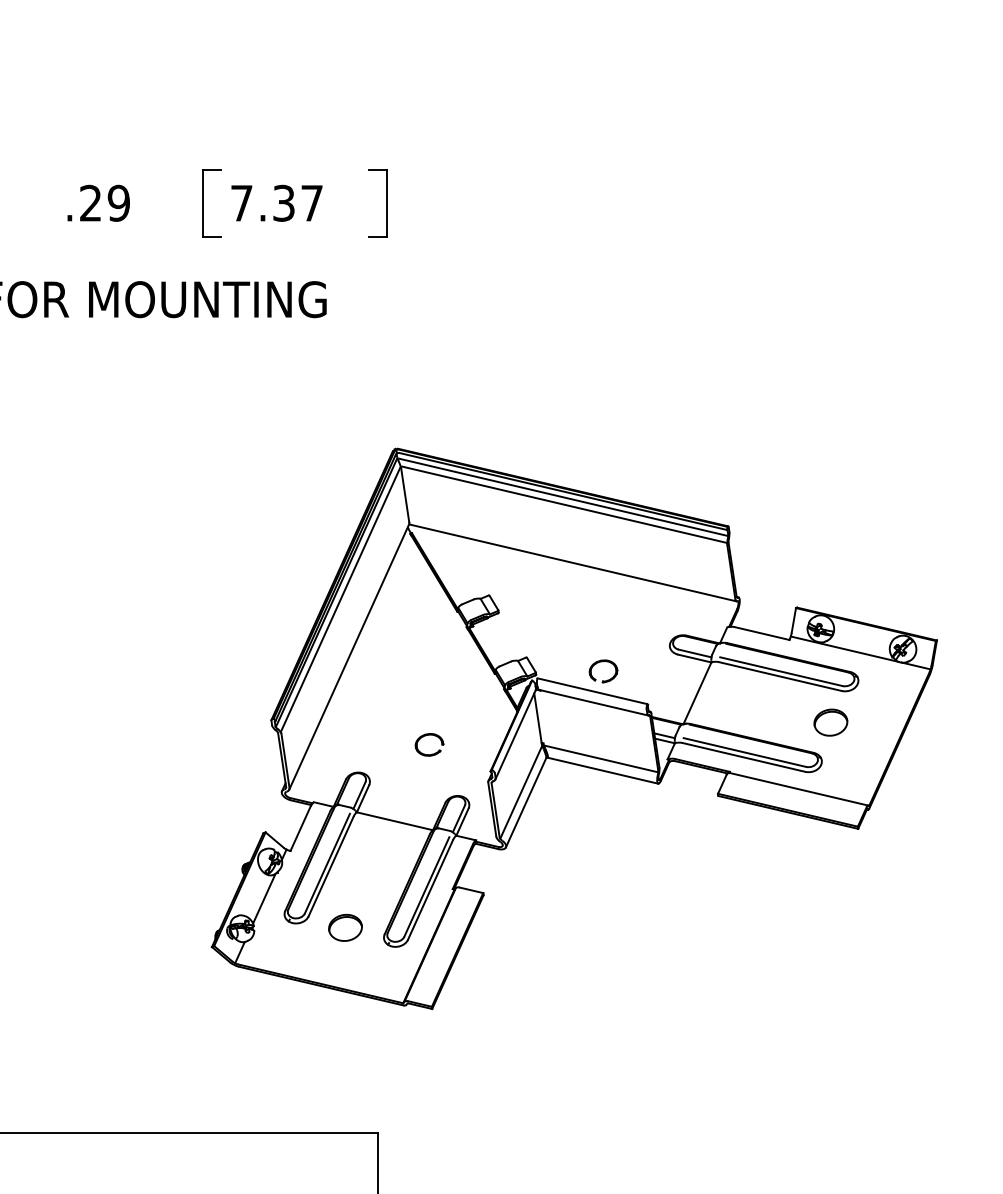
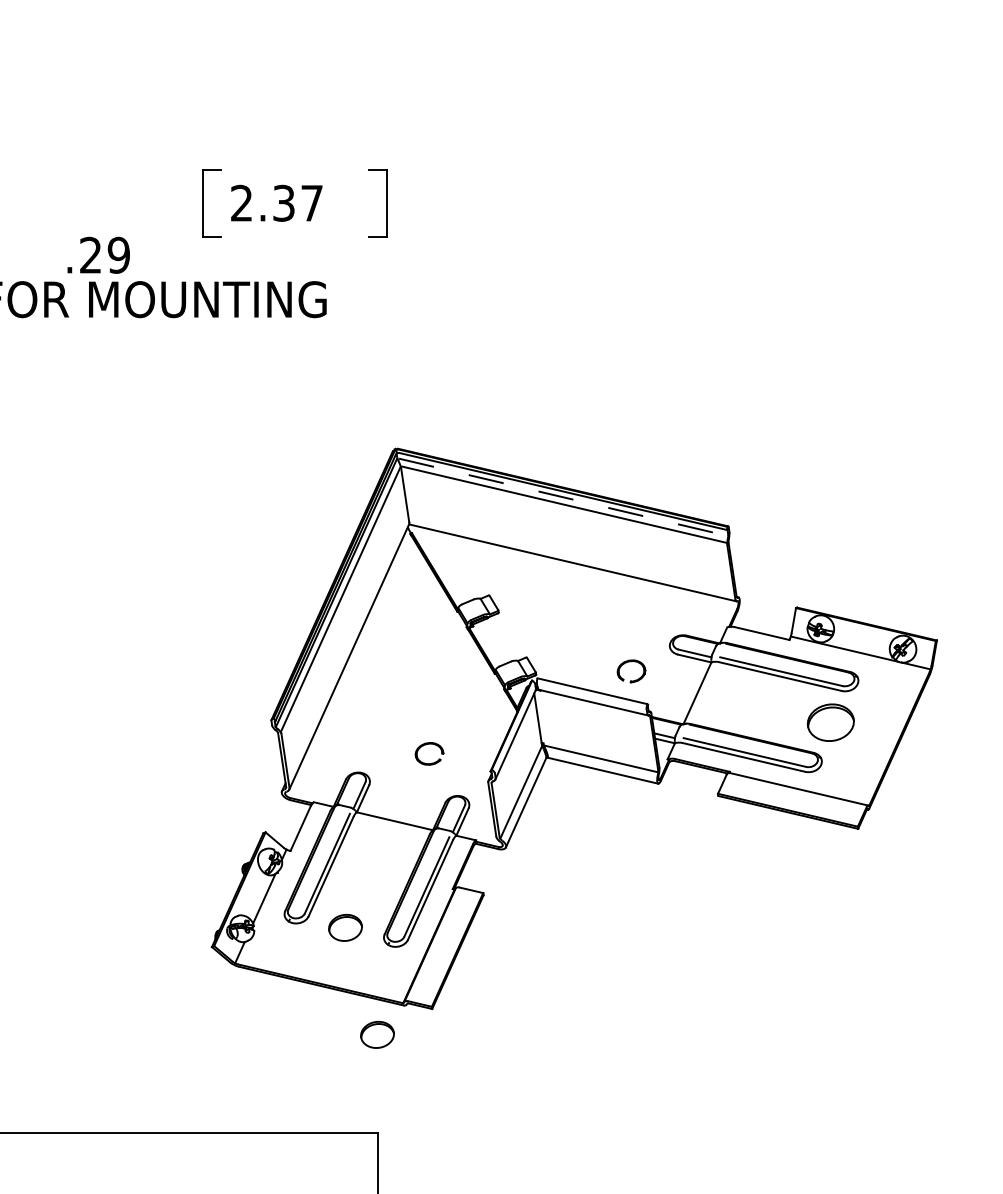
text at (98, 202) position: (98, 202) -> (98, 254)
text at (241, 202): 7.37 -> 2.37
line at (564, 497): solid -> dashed
part at (607, 679) position: (607, 679) -> (635, 679)
part at (830, 722) size: 36x29 px -> 49x39 px
part at (426, 736) position: (426, 736) -> (426, 745)
part at (377, 1034): none -> present
